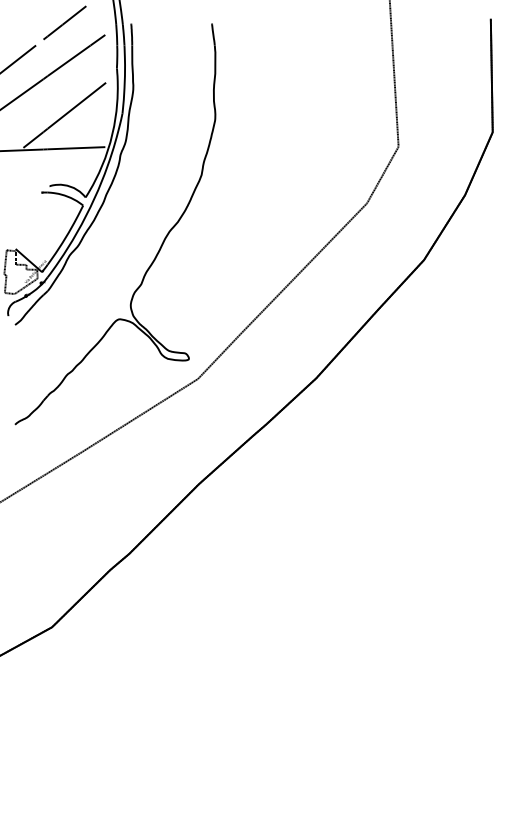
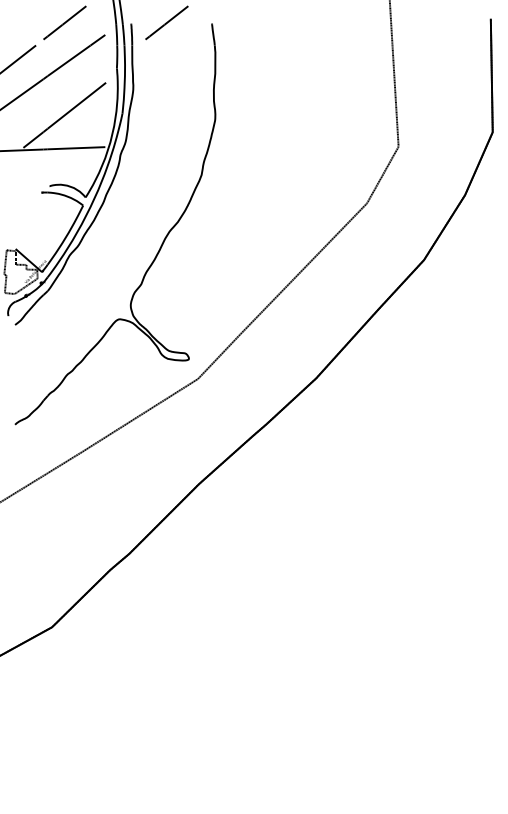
line at (166, 22): none -> present
